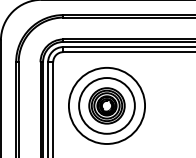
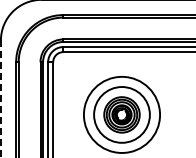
line at (0, 99): solid -> dashed
part at (106, 105) position: (106, 105) -> (121, 114)
